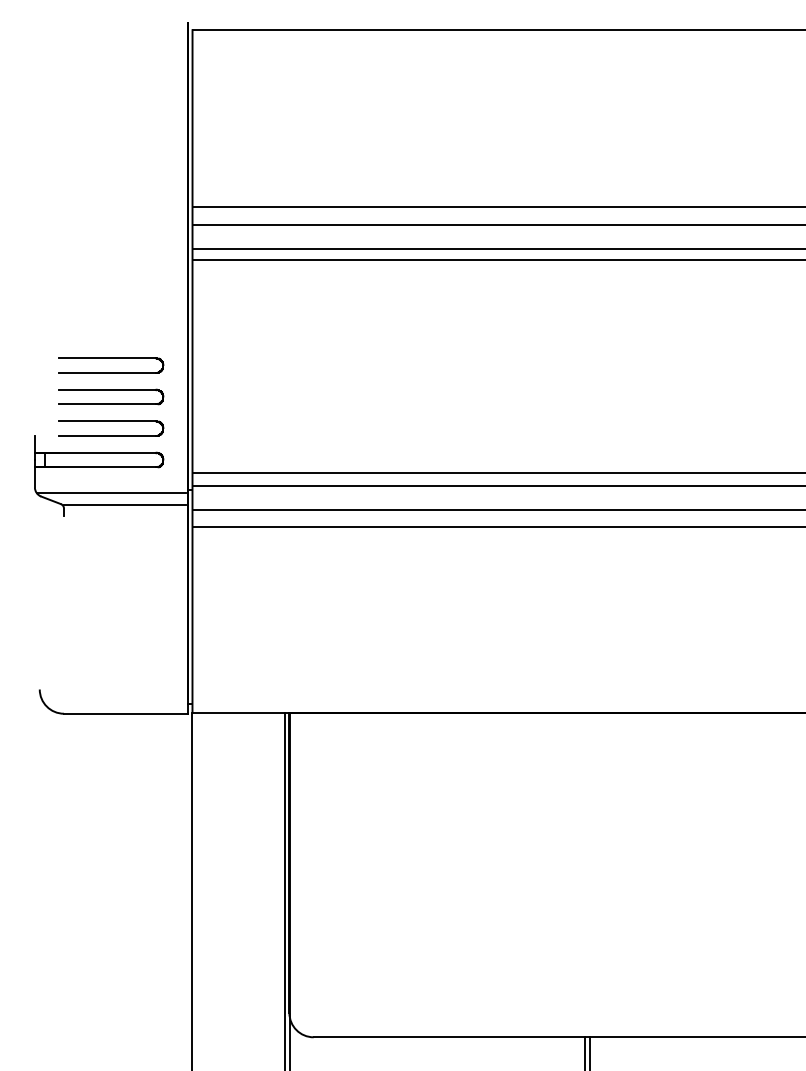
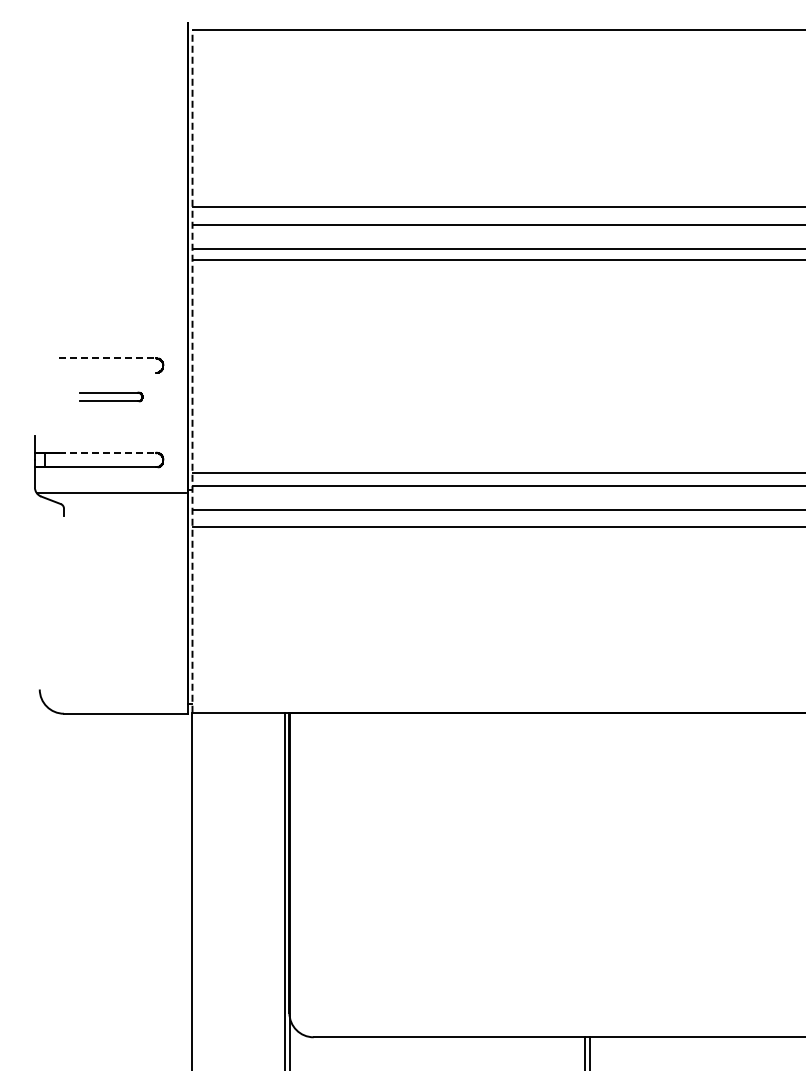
line at (108, 358): solid -> dashed
line at (192, 370): solid -> dashed
line at (107, 372): present -> none
part at (111, 396) size: 107x18 px -> 65x12 px
part at (111, 421): present -> none
line at (108, 452): solid -> dashed
line at (124, 505): present -> none
